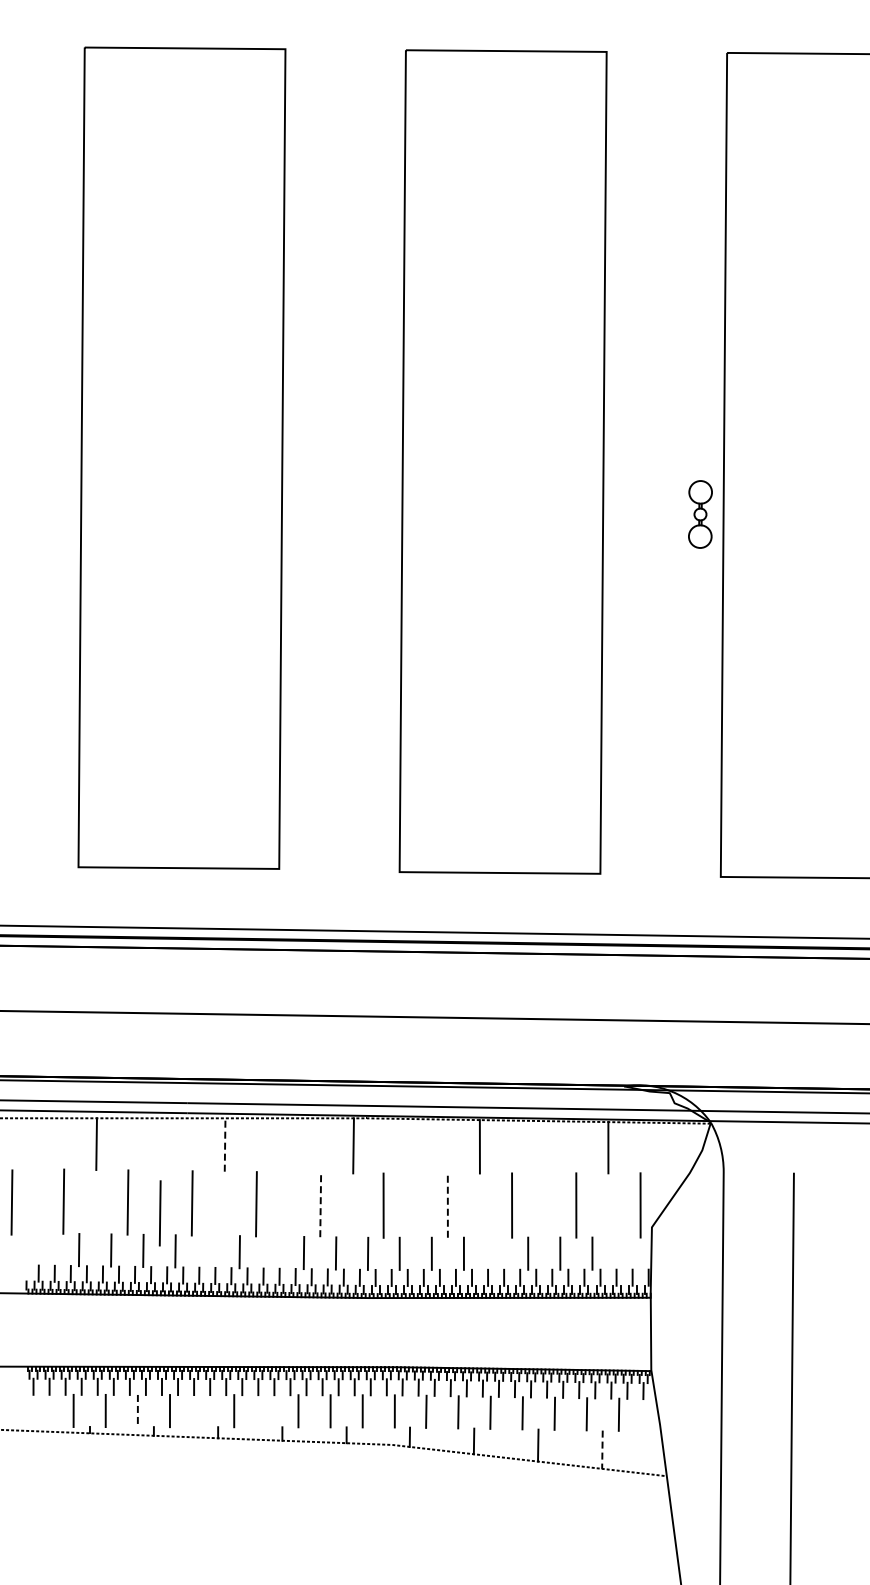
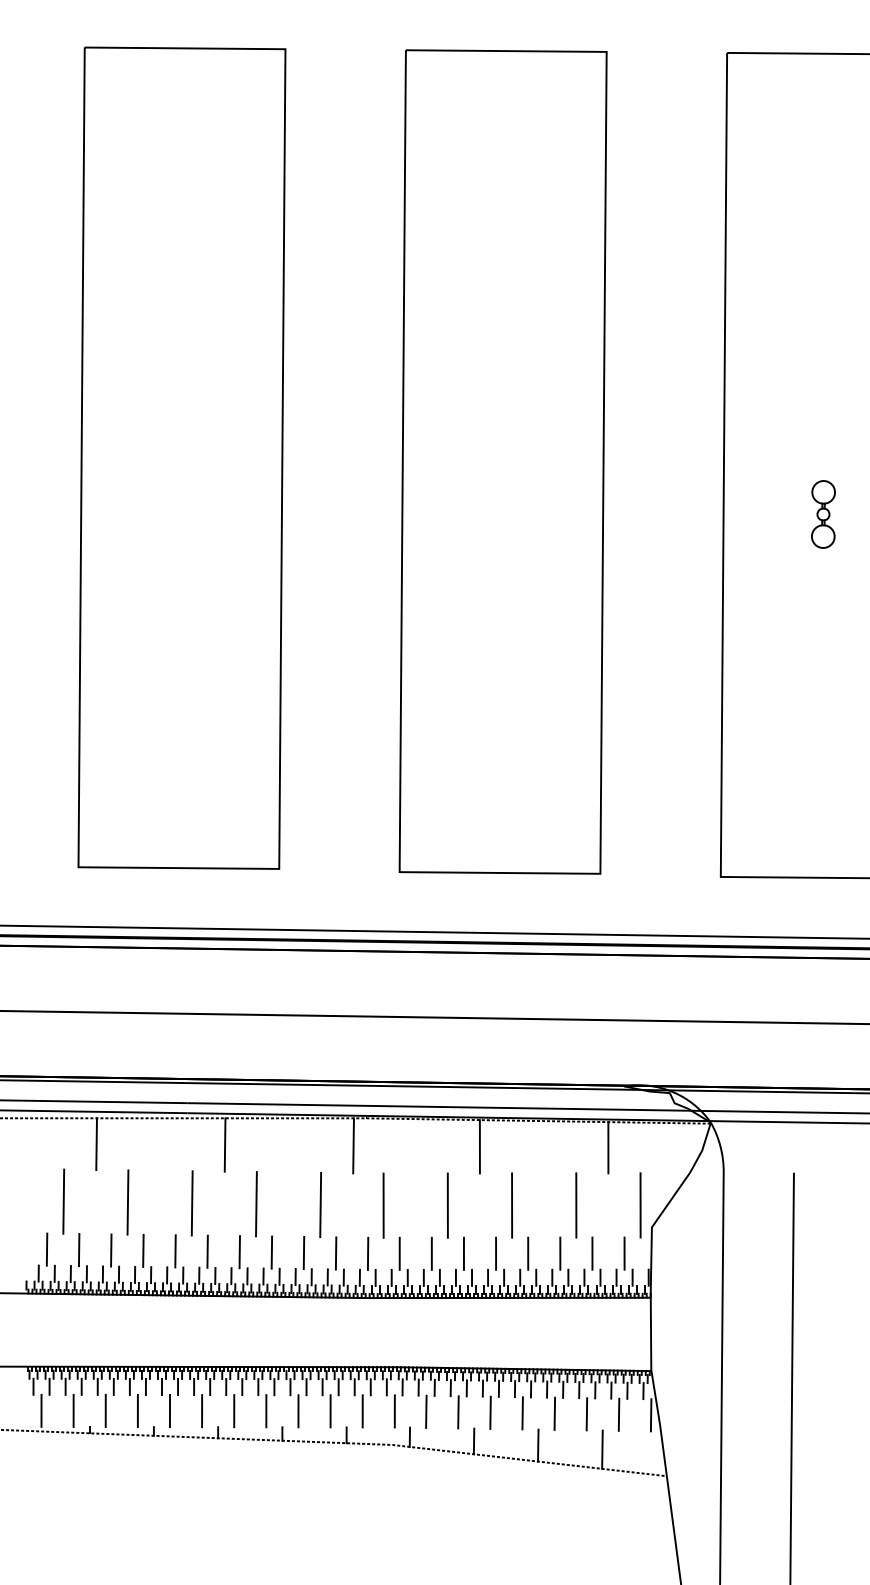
part at (700, 514) position: (700, 514) -> (823, 514)
line at (225, 1145): dashed -> solid
line at (11, 1202): present -> none
line at (320, 1204): dashed -> solid
line at (447, 1205): dashed -> solid
line at (159, 1213): present -> none
line at (46, 1249): none -> present
line at (207, 1251): none -> present
line at (271, 1252): none -> present
line at (496, 1253): none -> present
line at (624, 1253): none -> present
line at (41, 1410): none -> present
line at (137, 1411): dashed -> solid
line at (202, 1411): none -> present
line at (266, 1411): none -> present
line at (650, 1415): none -> present
line at (602, 1450): dashed -> solid
